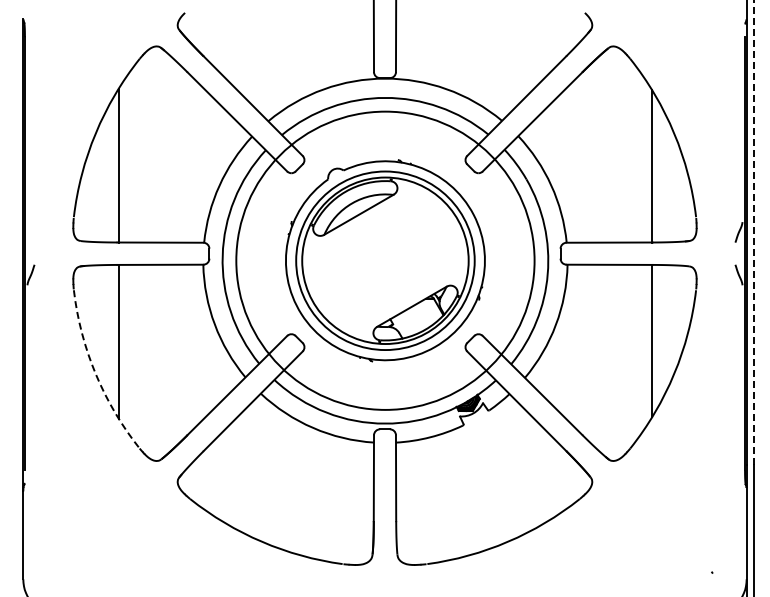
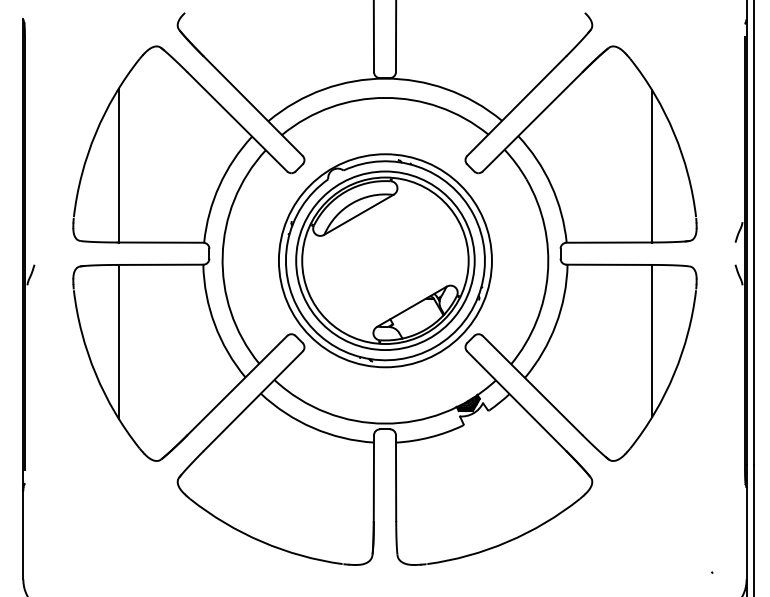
line at (754, 232): dashed -> solid
circle at (385, 260) diameter: 298 px -> 213 px
arc at (95, 373): dashed -> solid
